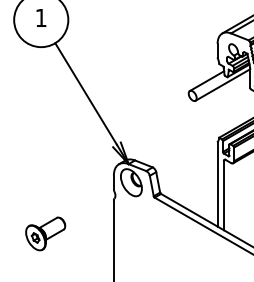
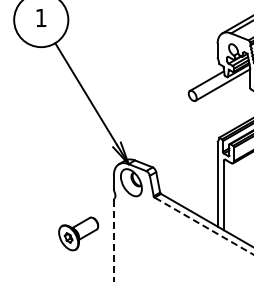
line at (203, 226): solid -> dashed
part at (45, 233) position: (45, 233) -> (78, 233)
line at (113, 241): solid -> dashed
